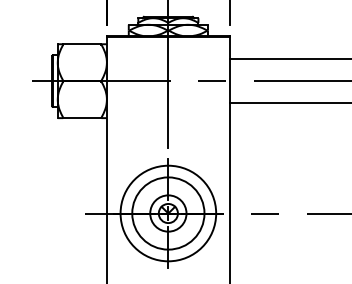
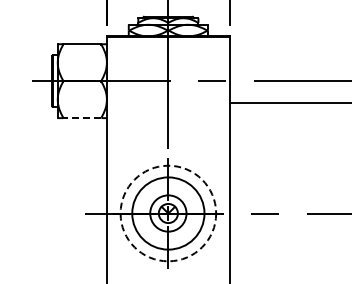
line at (288, 59): present -> none
line at (81, 118): solid -> dashed
circle at (168, 213): solid -> dashed
